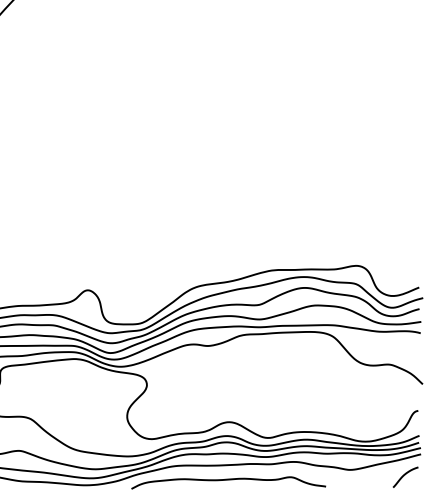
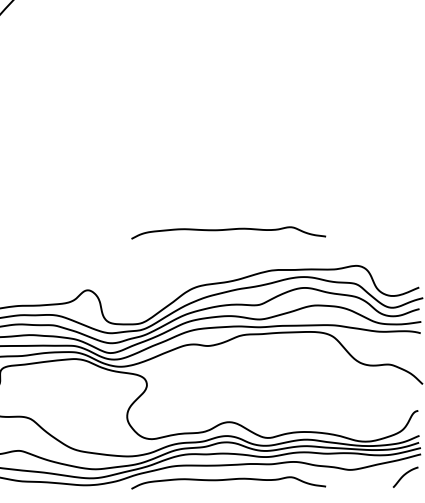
curve at (228, 230): none -> present
